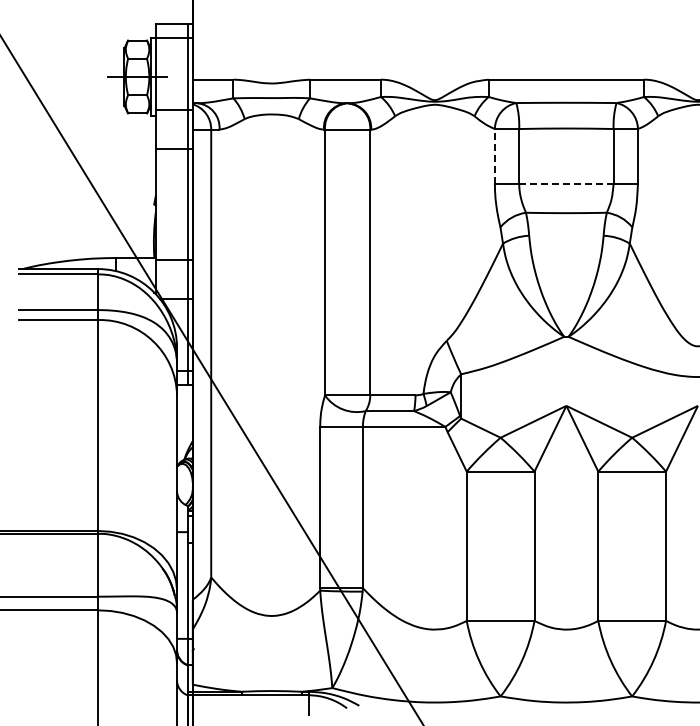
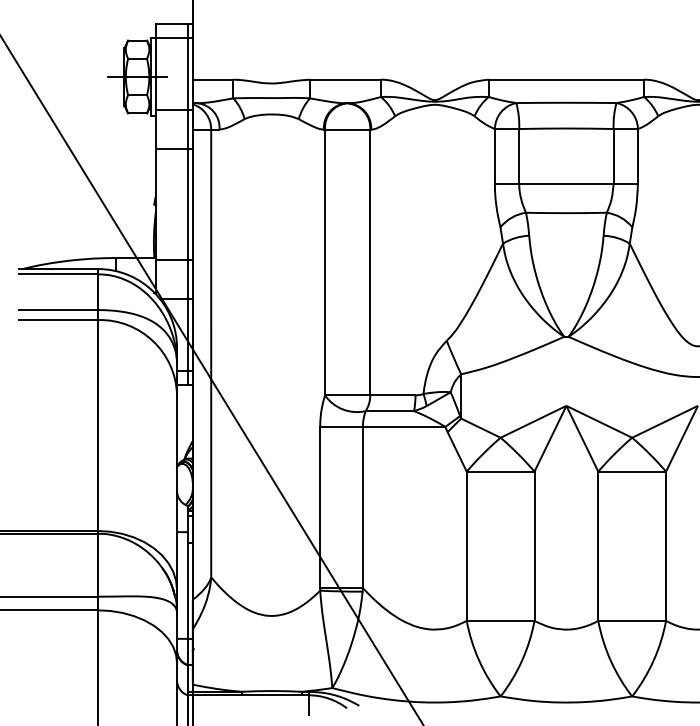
line at (494, 155): dashed -> solid
line at (566, 183): dashed -> solid
